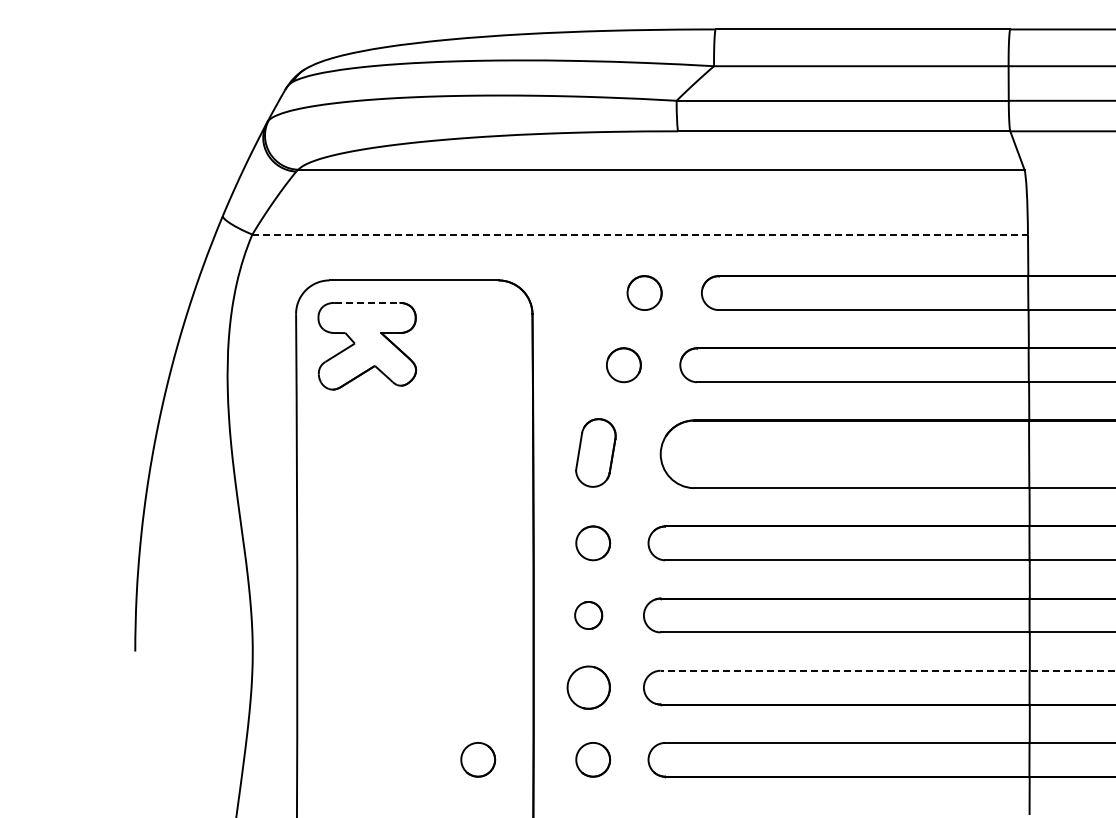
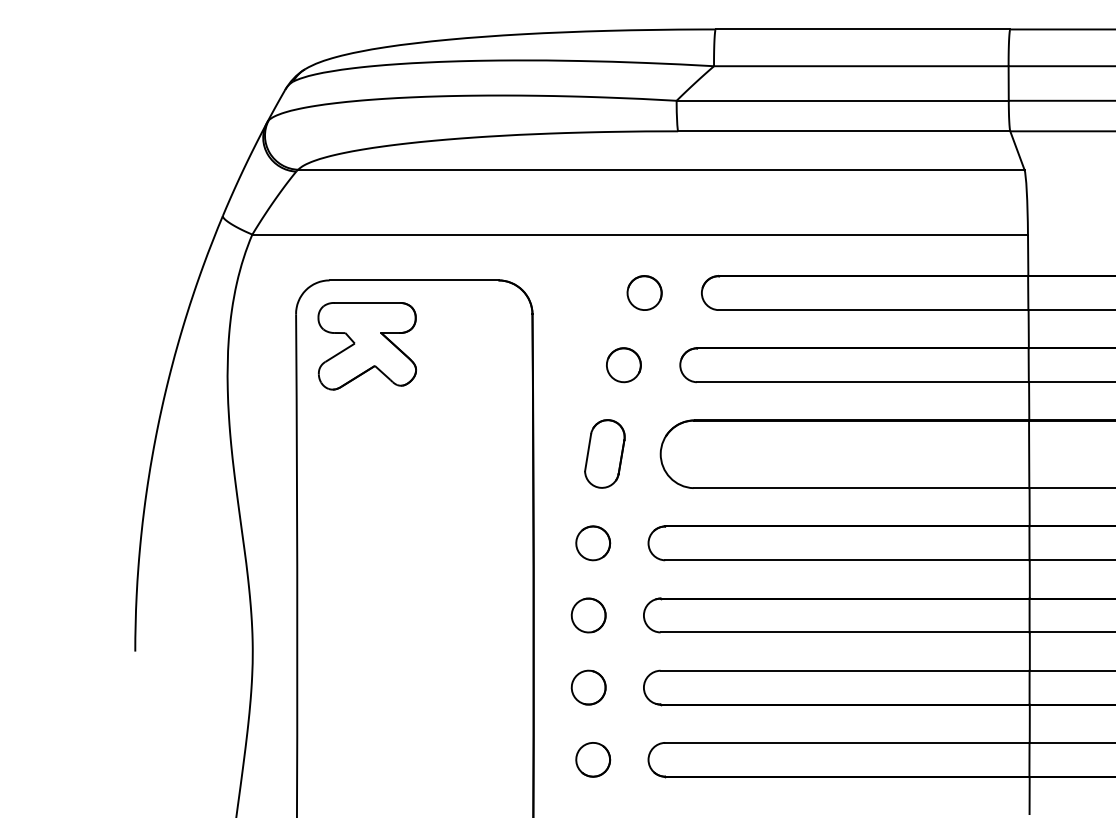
line at (640, 234): dashed -> solid
line at (367, 302): dashed -> solid
part at (595, 452) position: (595, 452) -> (604, 453)
part at (588, 615) size: 30x29 px -> 37x37 px
line at (887, 670): dashed -> solid
part at (588, 687) size: 45x45 px -> 37x37 px
part at (478, 759): present -> none
